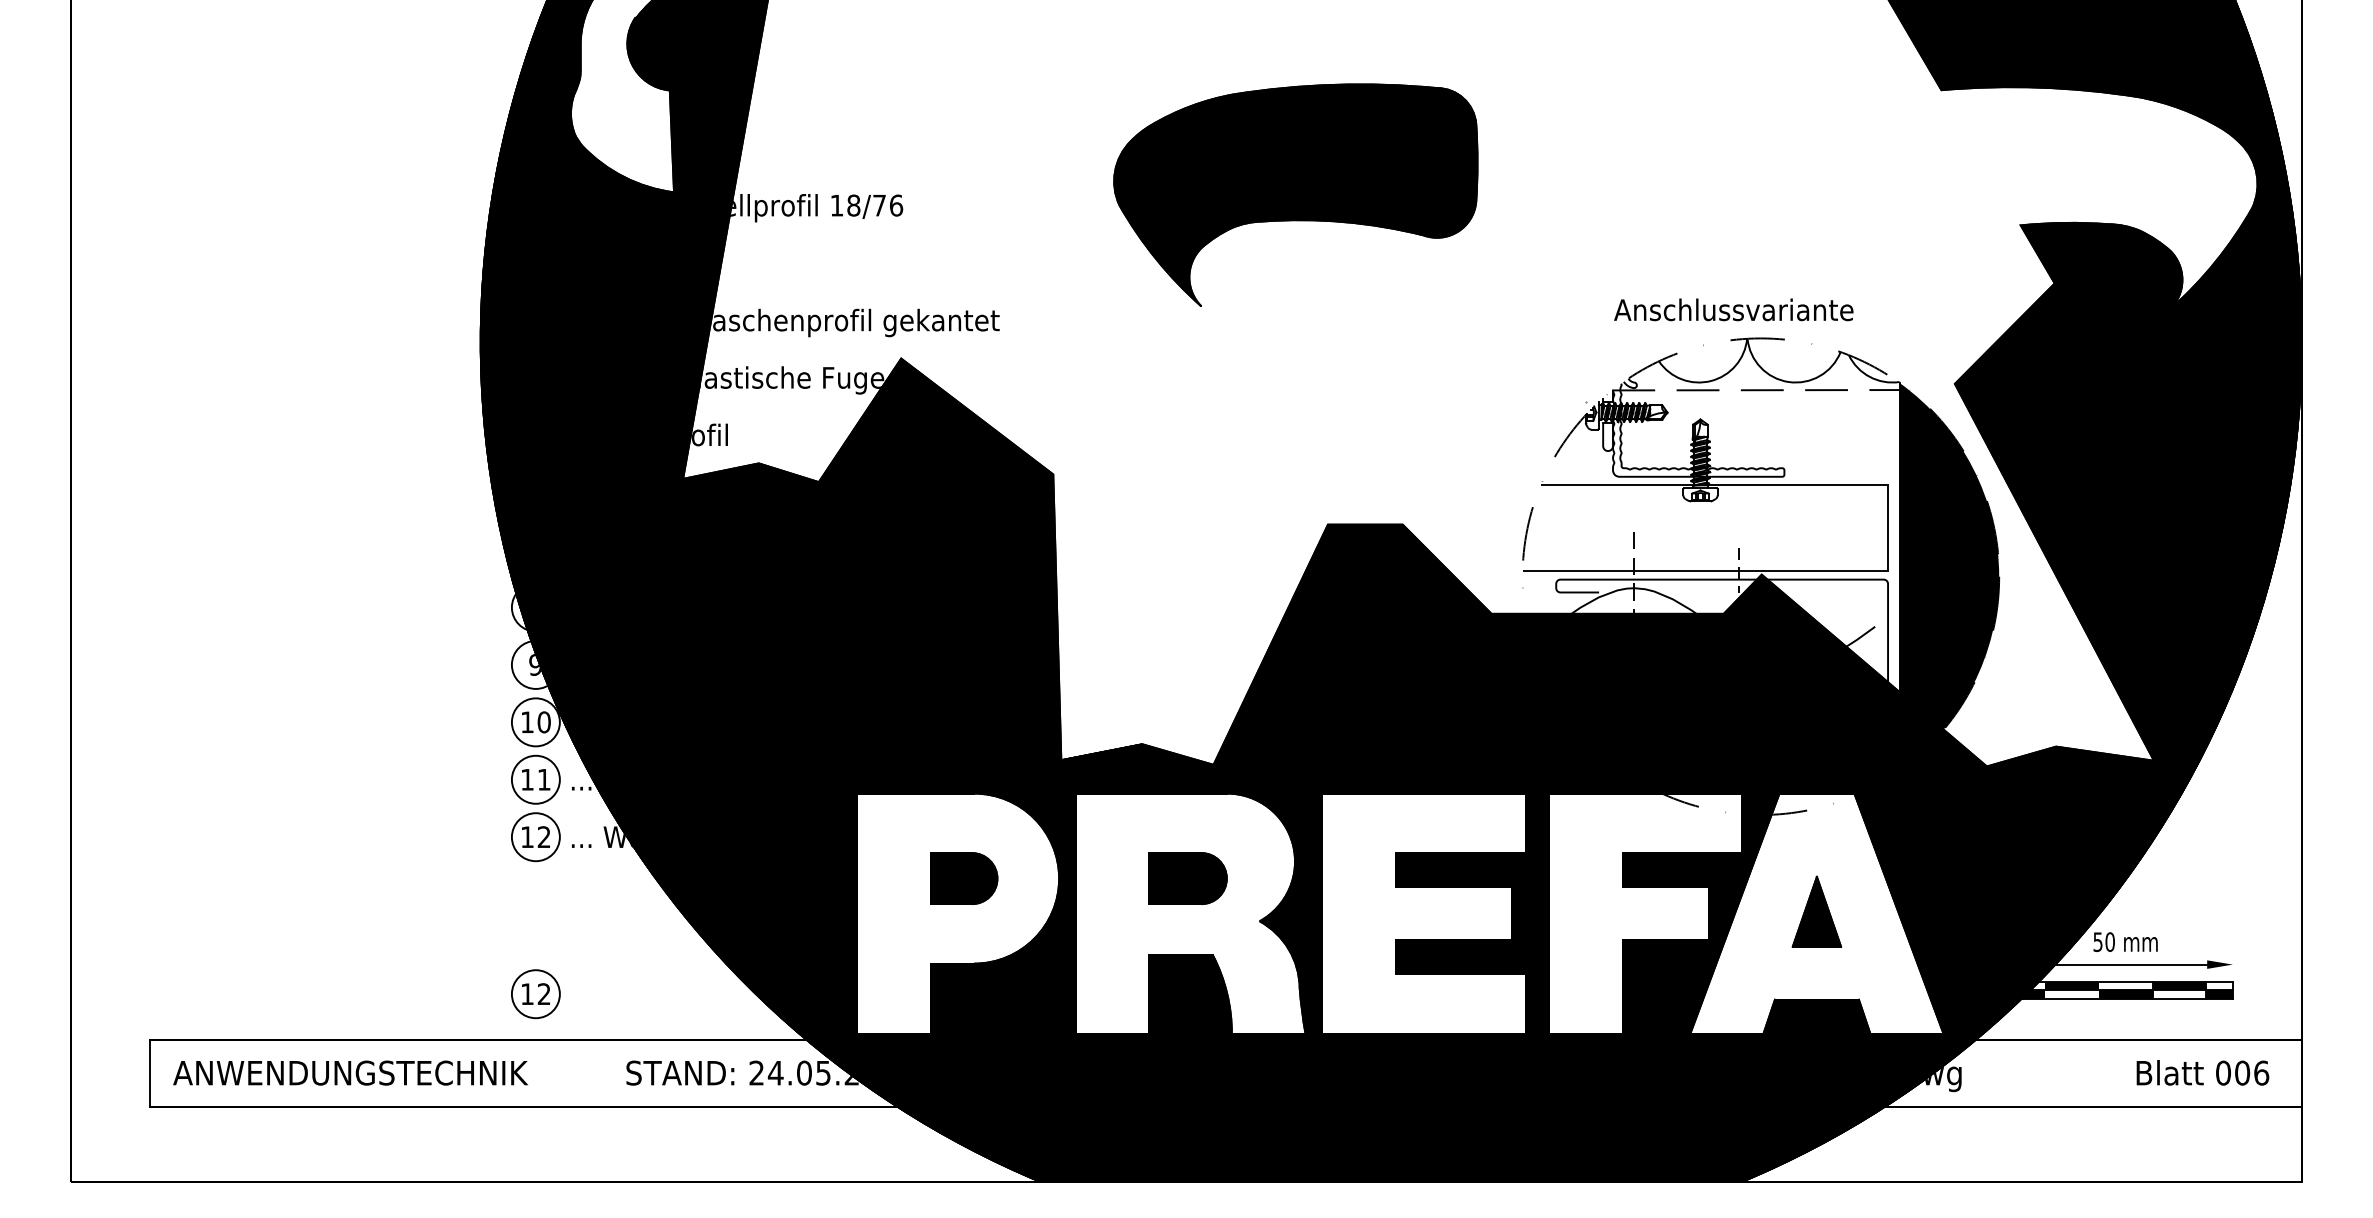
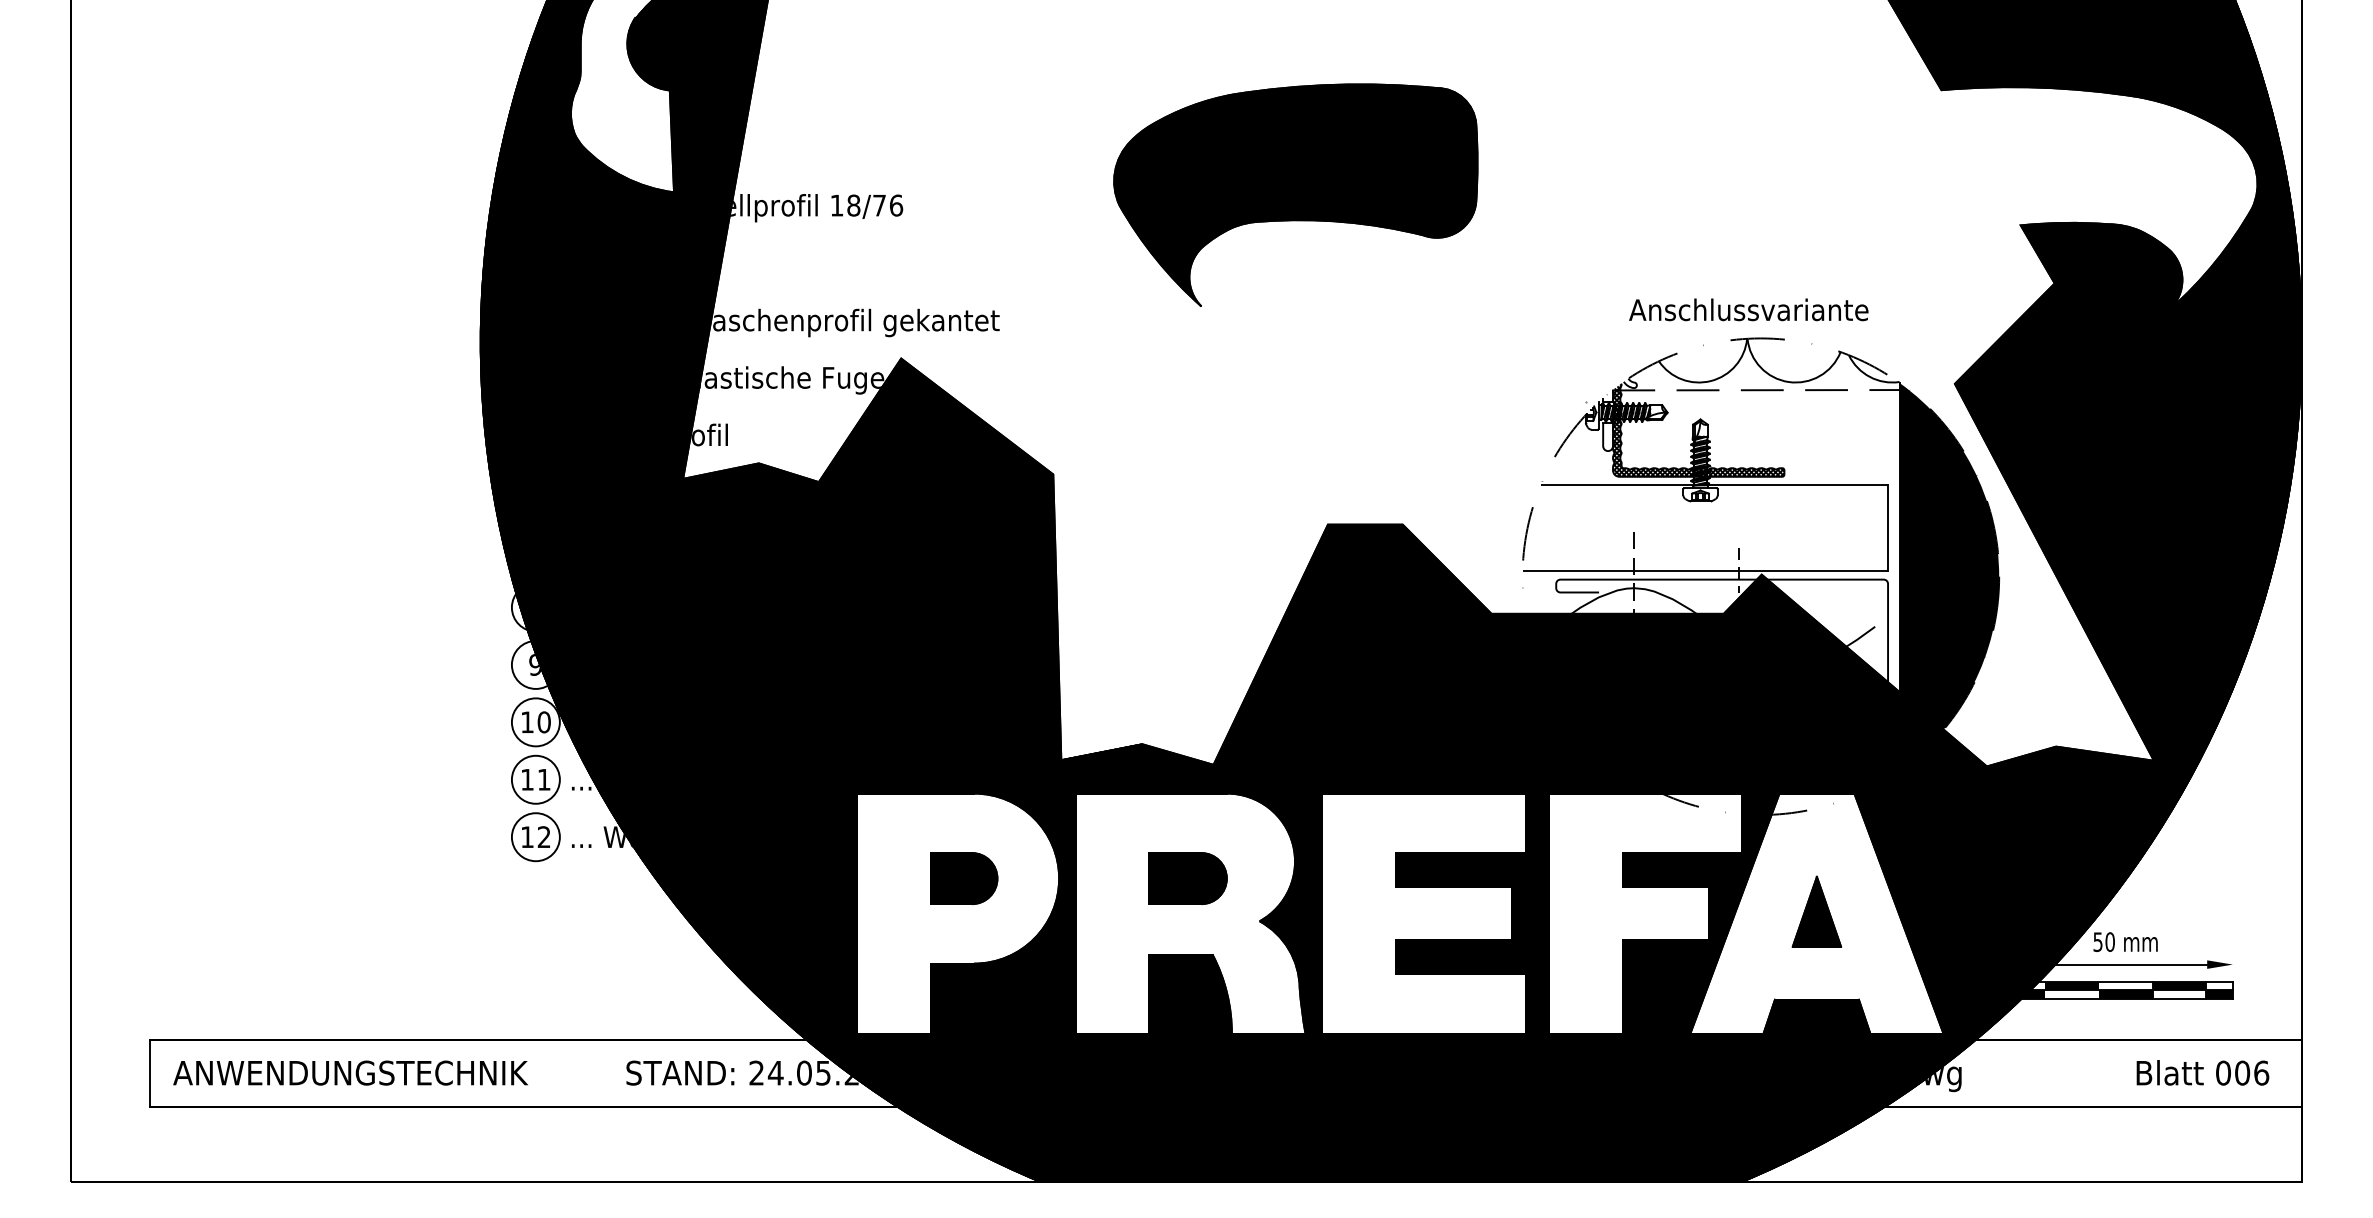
text at (1733, 309) position: (1733, 309) -> (1748, 309)
hatch at (1698, 430): none -> present
part at (535, 994): present -> none
